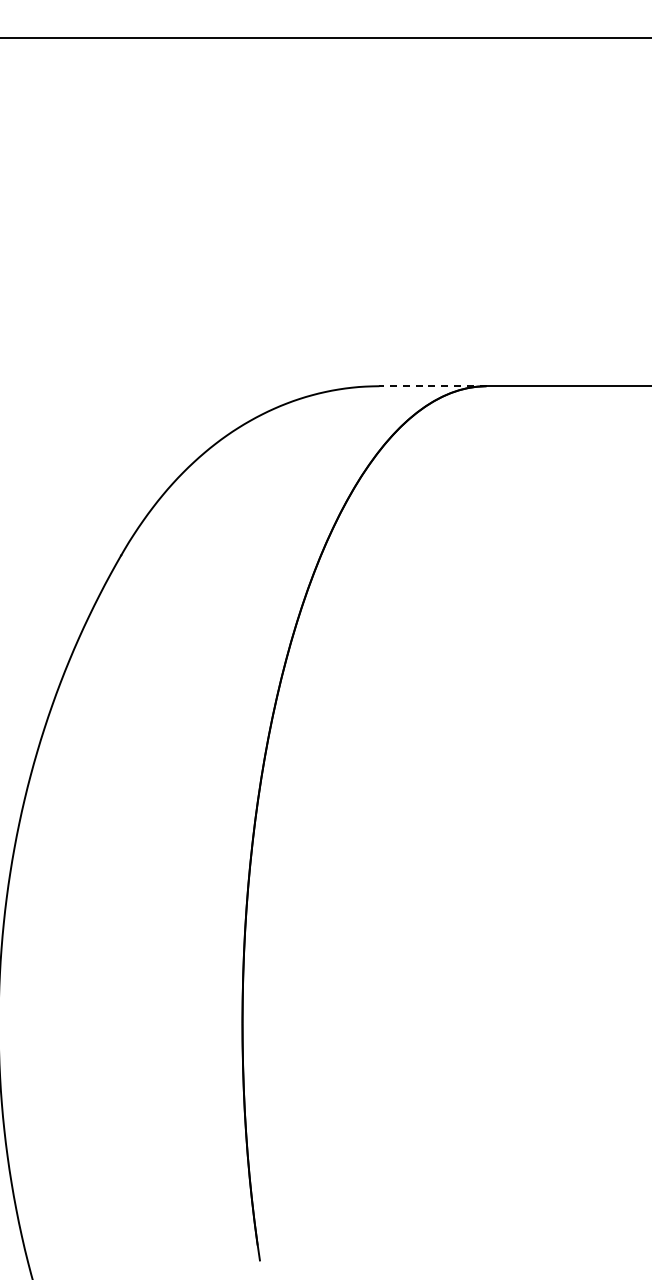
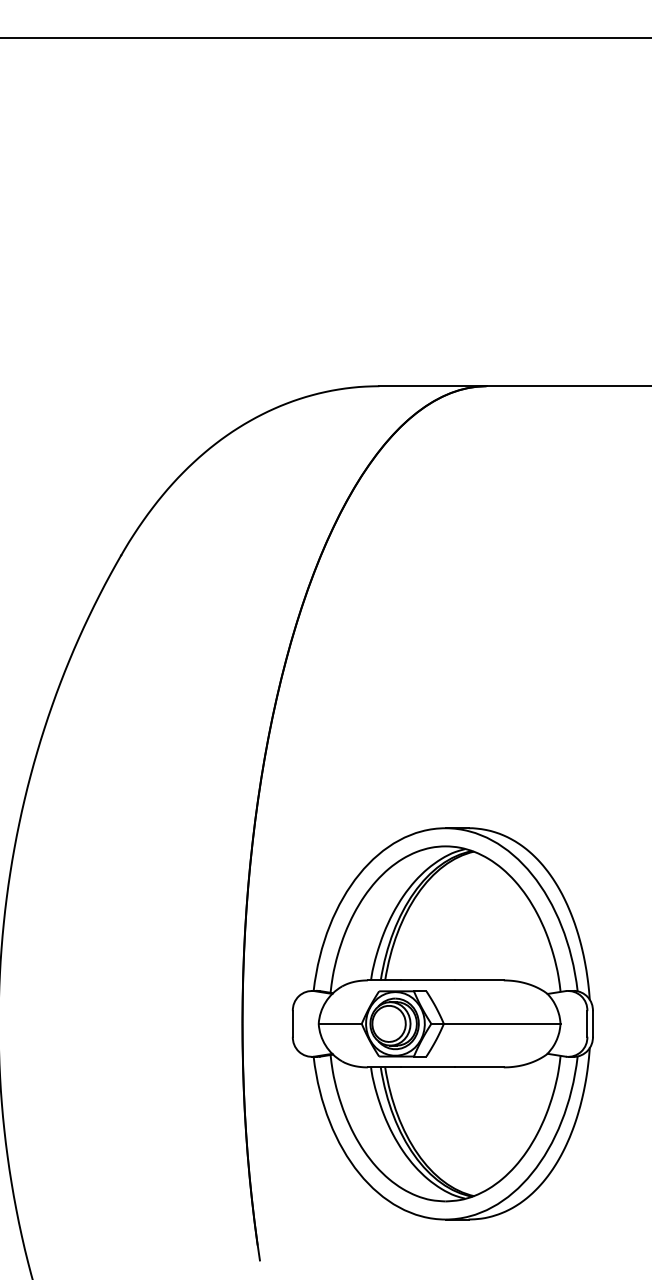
line at (432, 386): dashed -> solid
part at (442, 1023): none -> present
